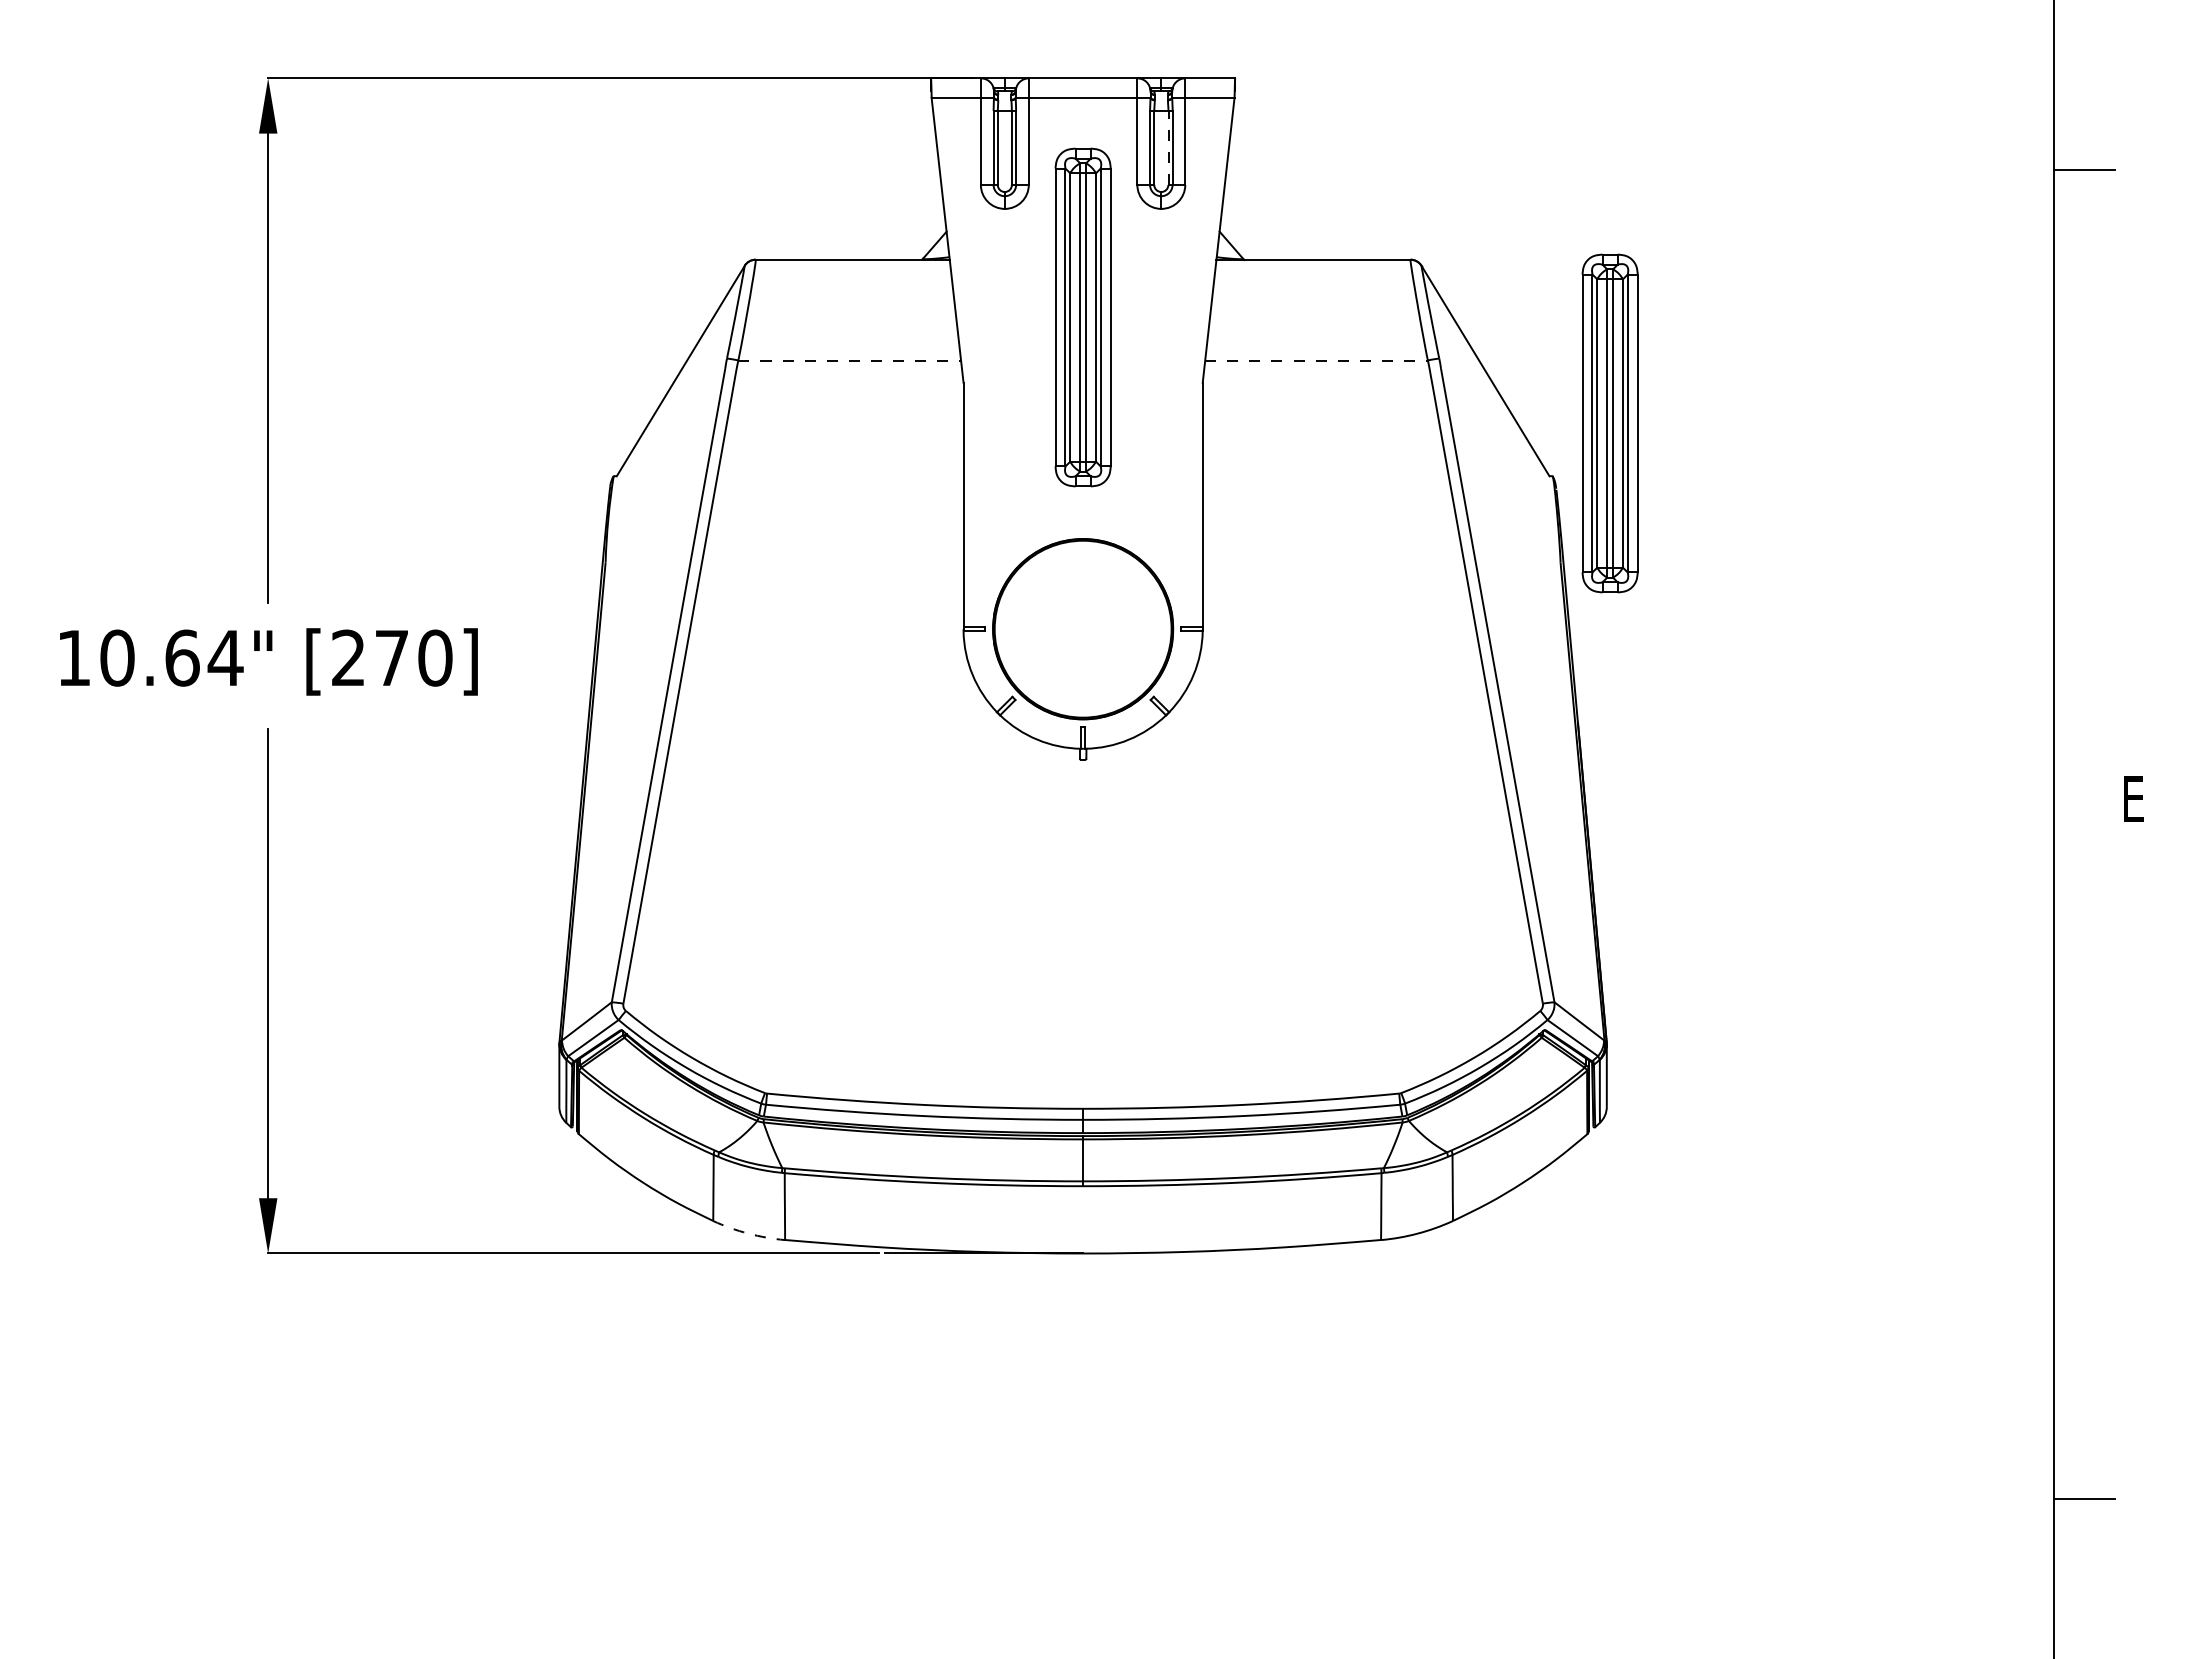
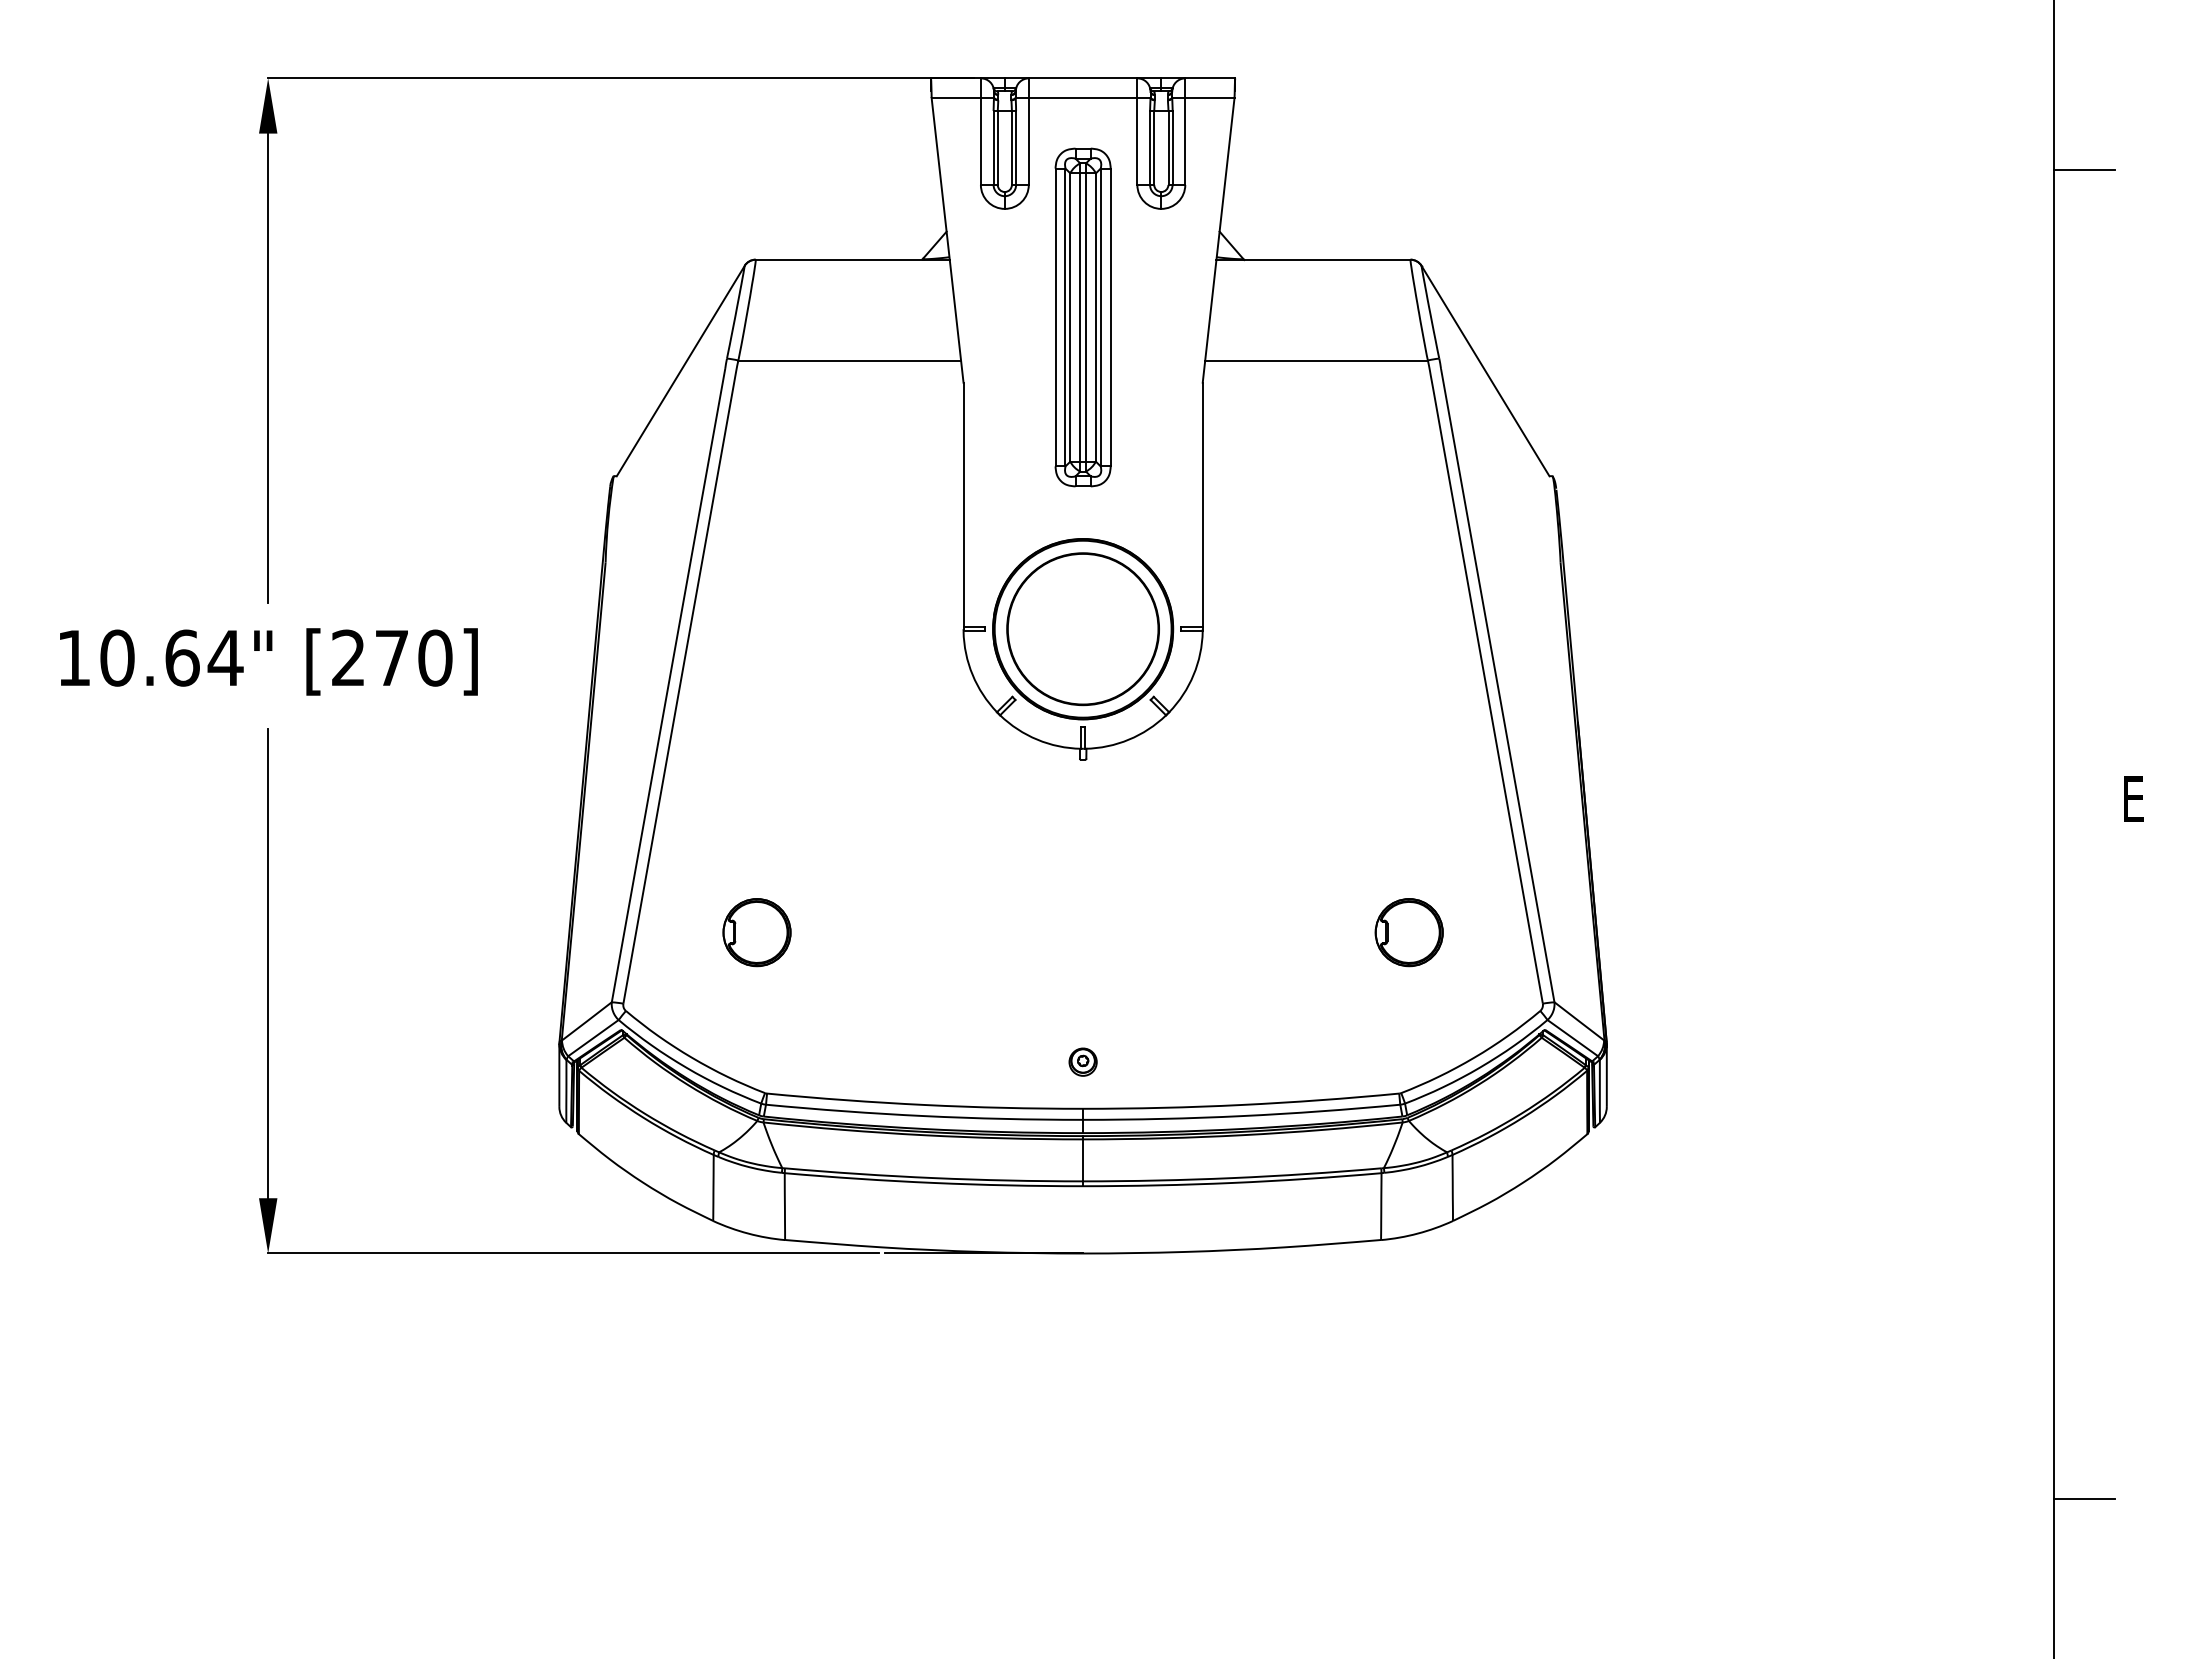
line at (1168, 147): dashed -> solid
line at (850, 360): dashed -> solid
line at (1317, 360): dashed -> solid
part at (1609, 423): present -> none
part at (1082, 629): none -> present
part at (756, 932): none -> present
part at (1408, 932): none -> present
part at (1082, 1061): none -> present
arc at (748, 1233): dashed -> solid
